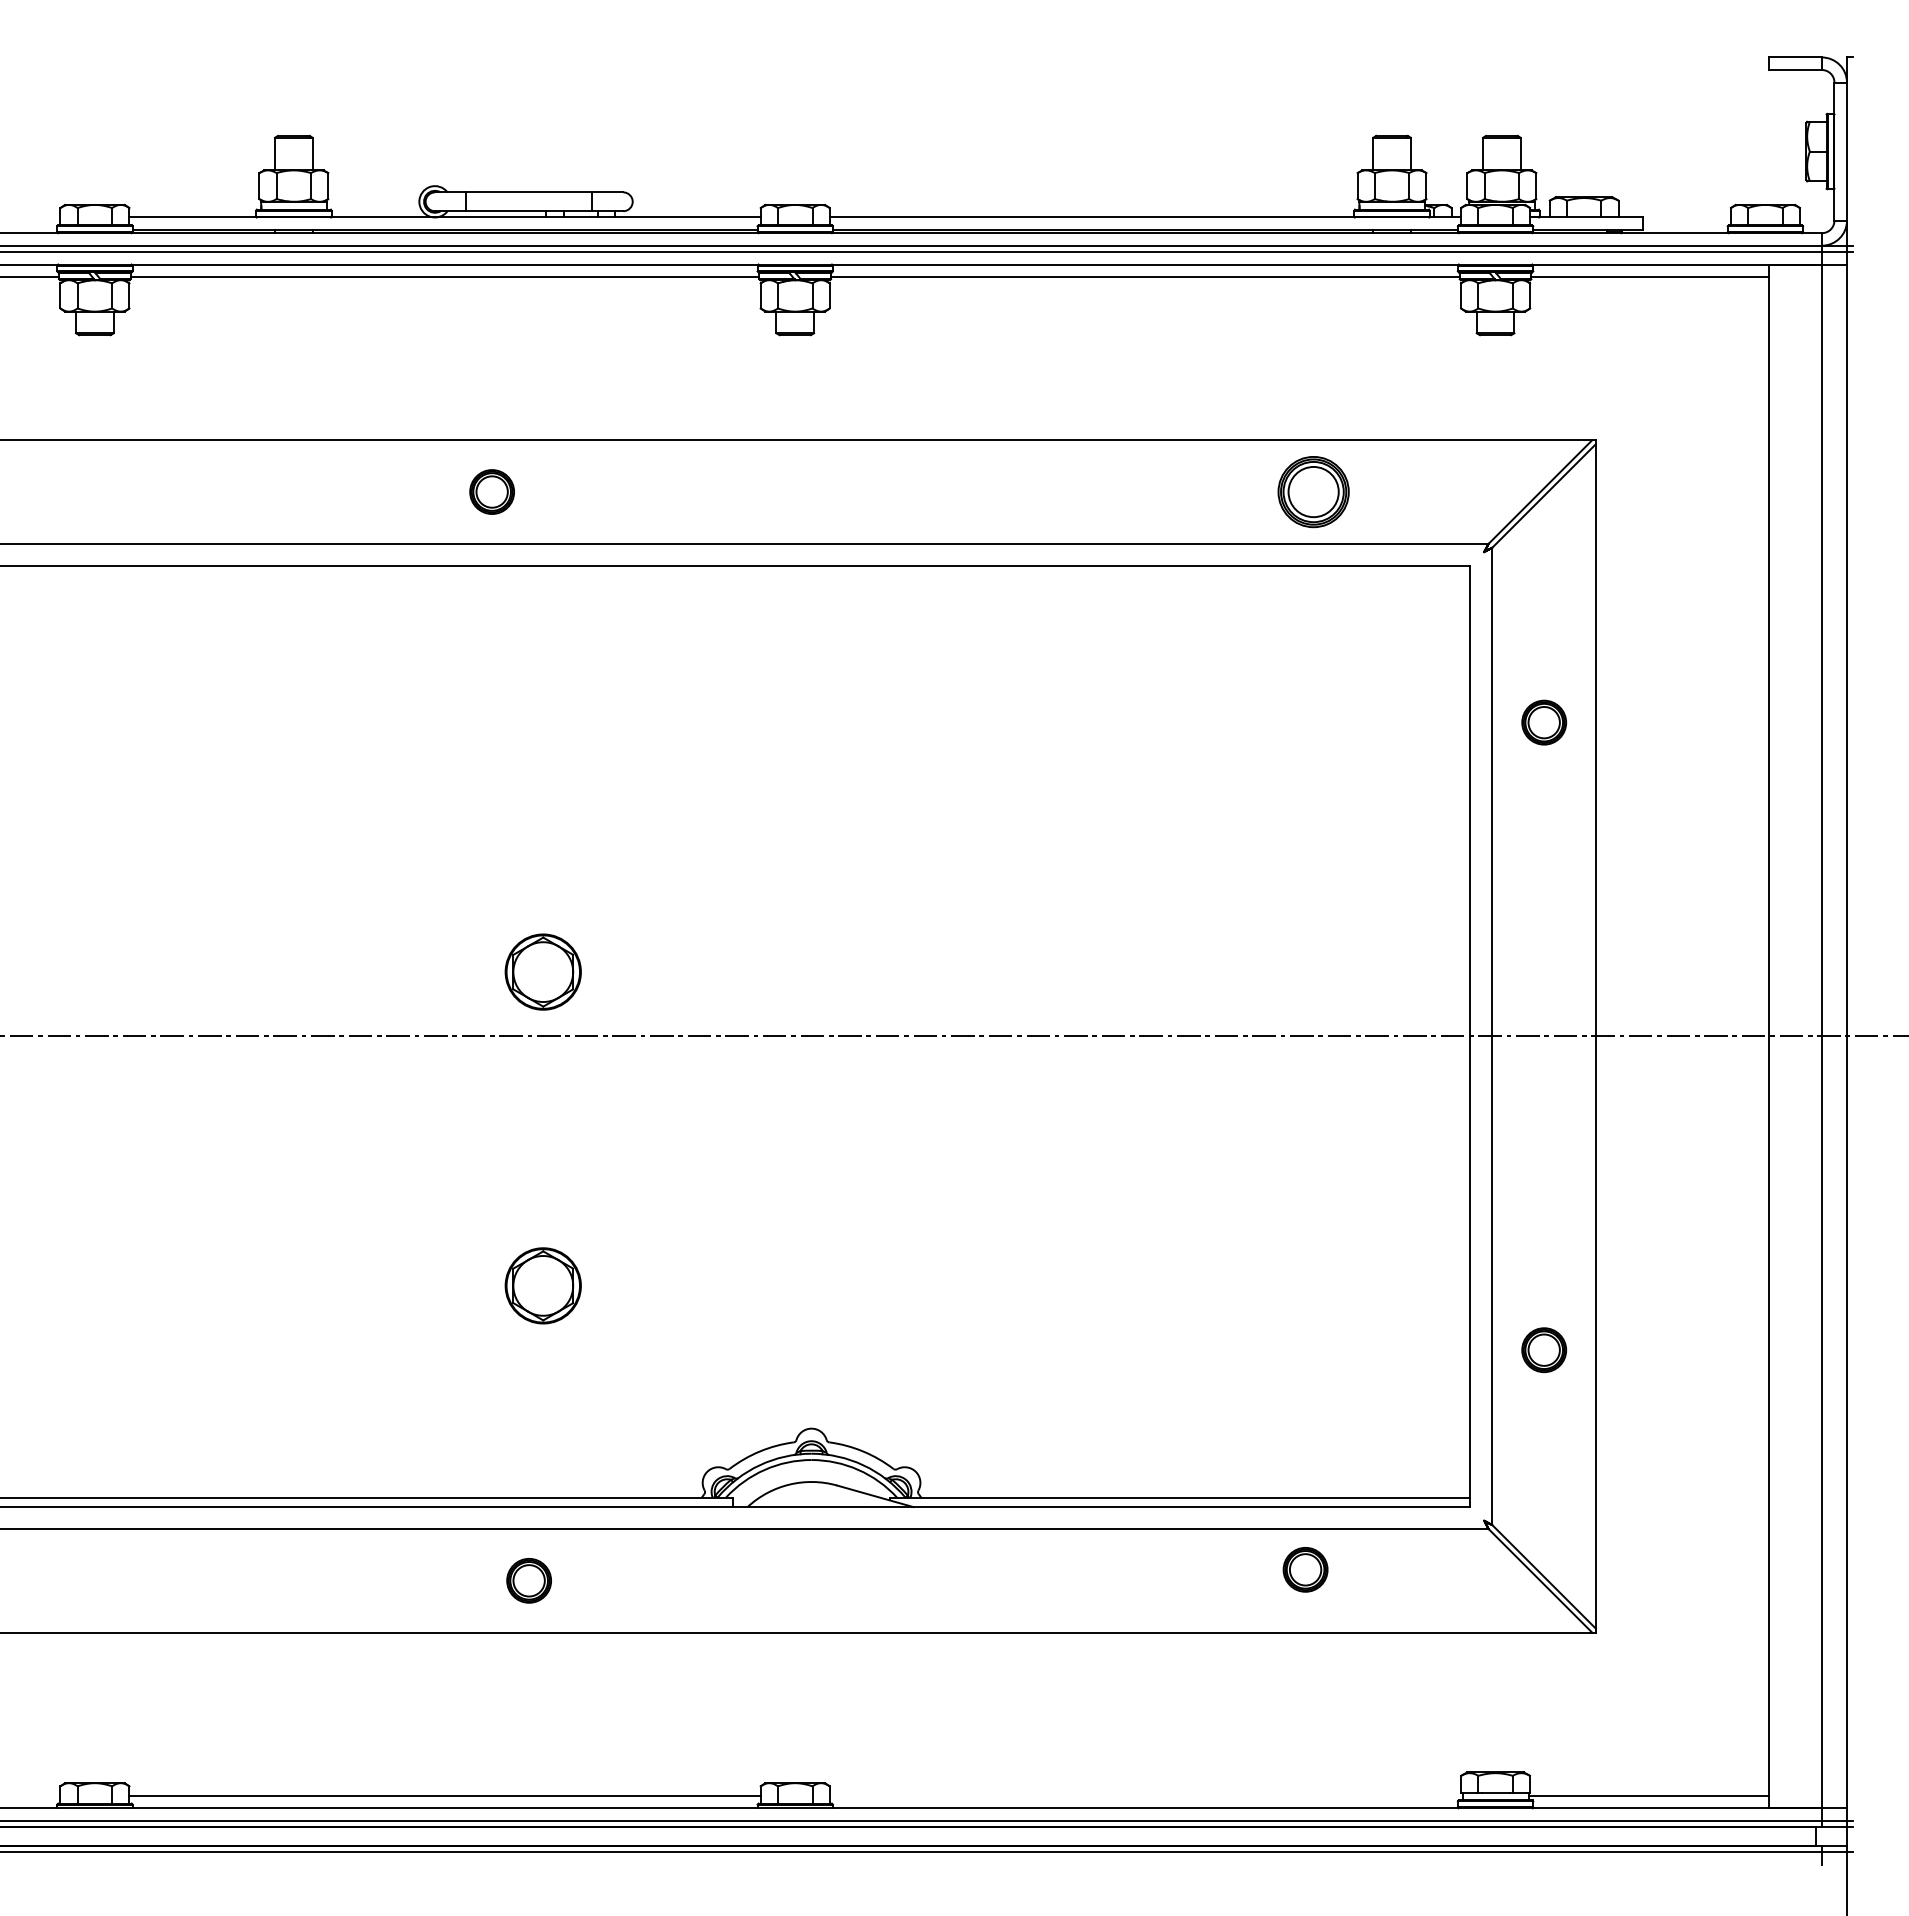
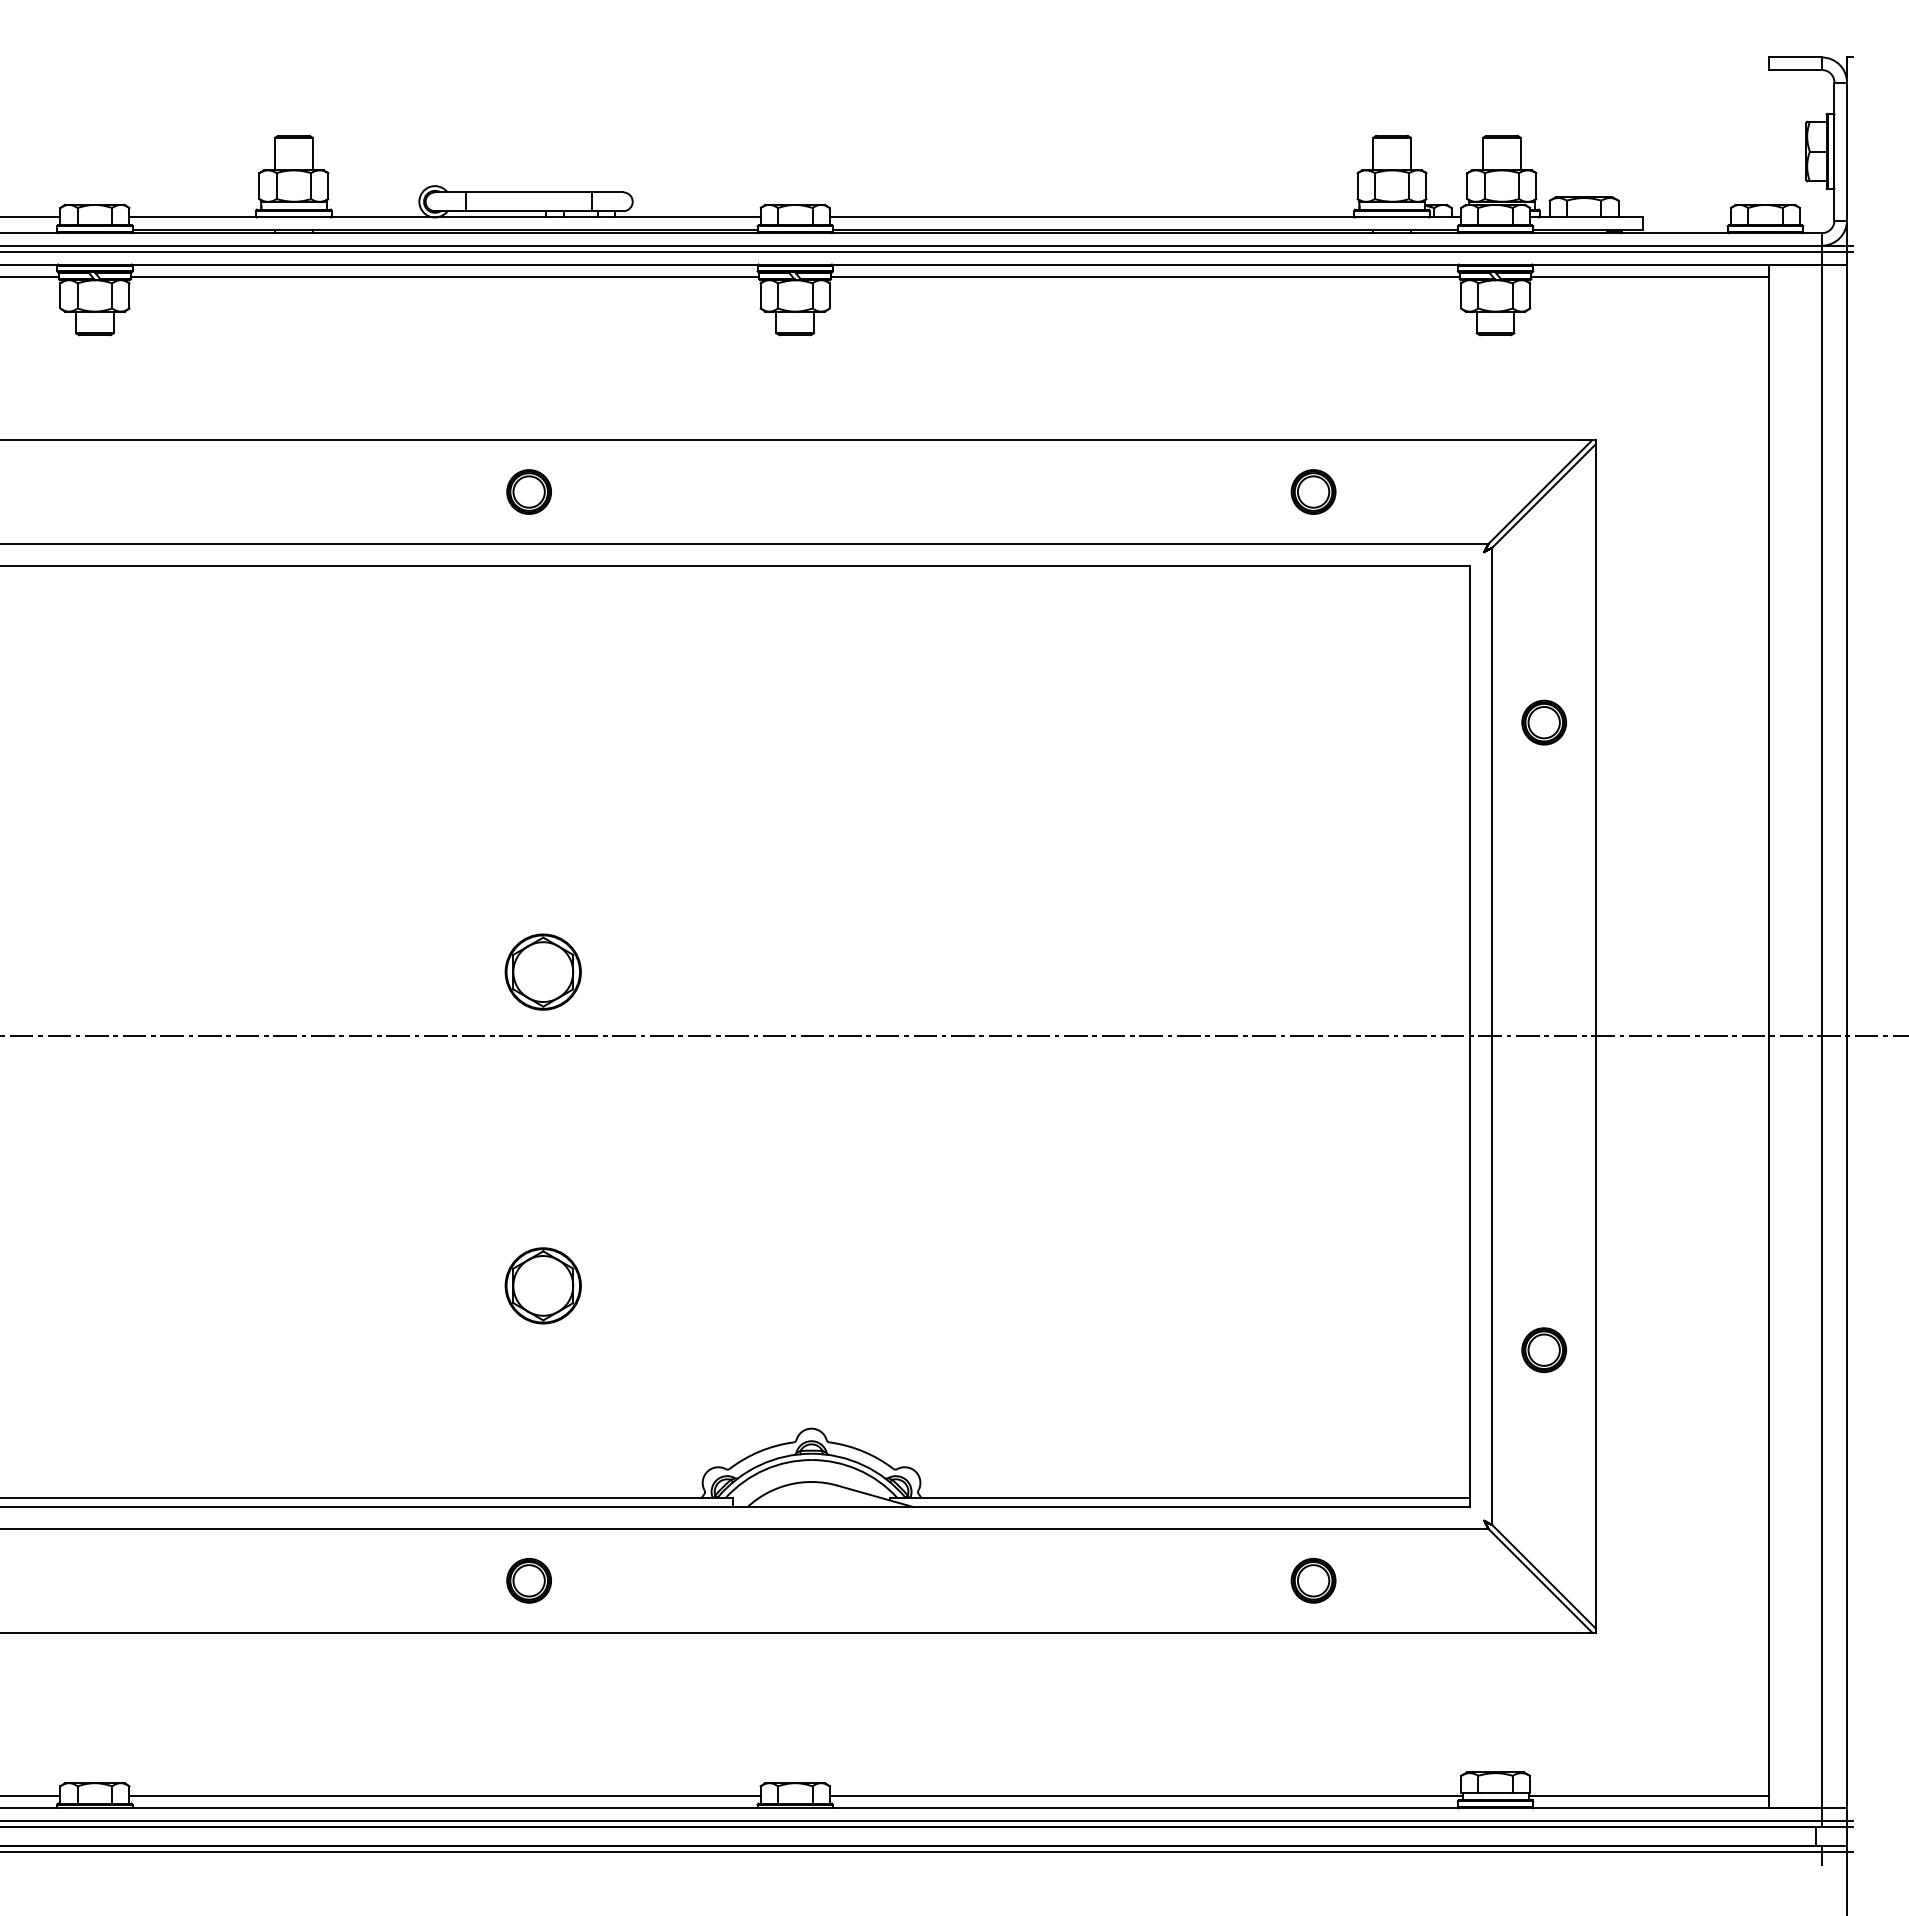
line at (31, 217): none -> present
part at (491, 491) position: (491, 491) -> (528, 491)
part at (1313, 492) size: 73x73 px -> 47x46 px
part at (1305, 1569) position: (1305, 1569) -> (1313, 1580)
line at (31, 1795): none -> present
line at (1145, 1795): none -> present
